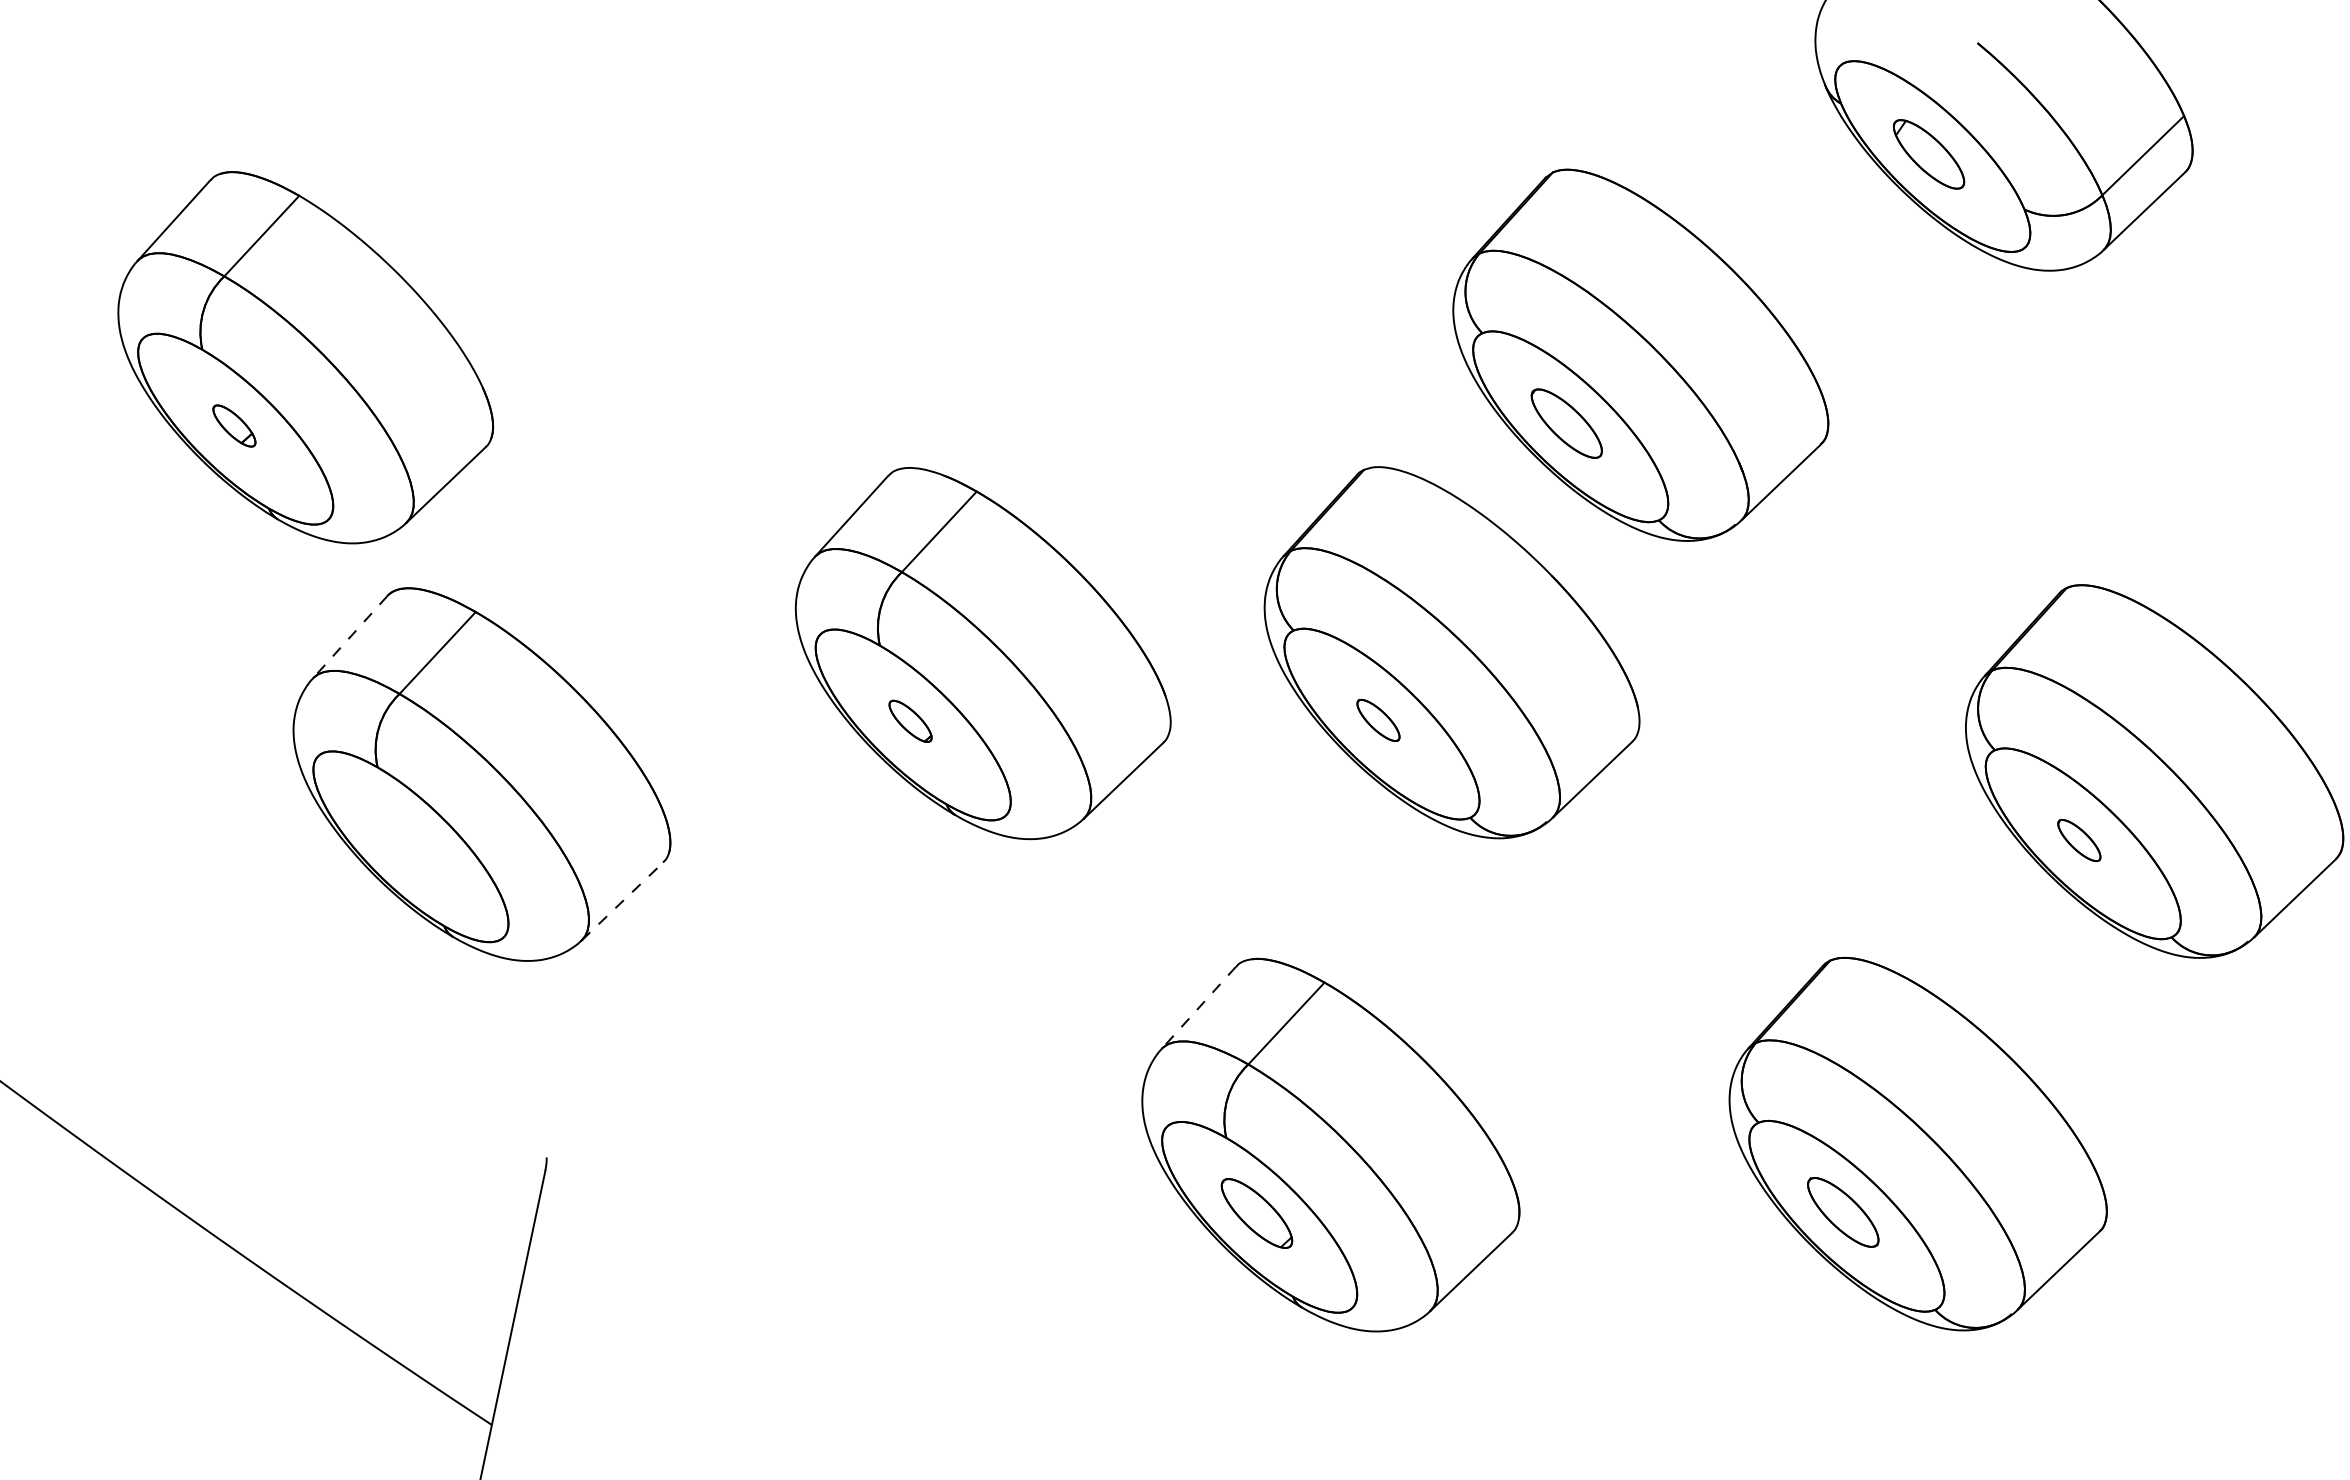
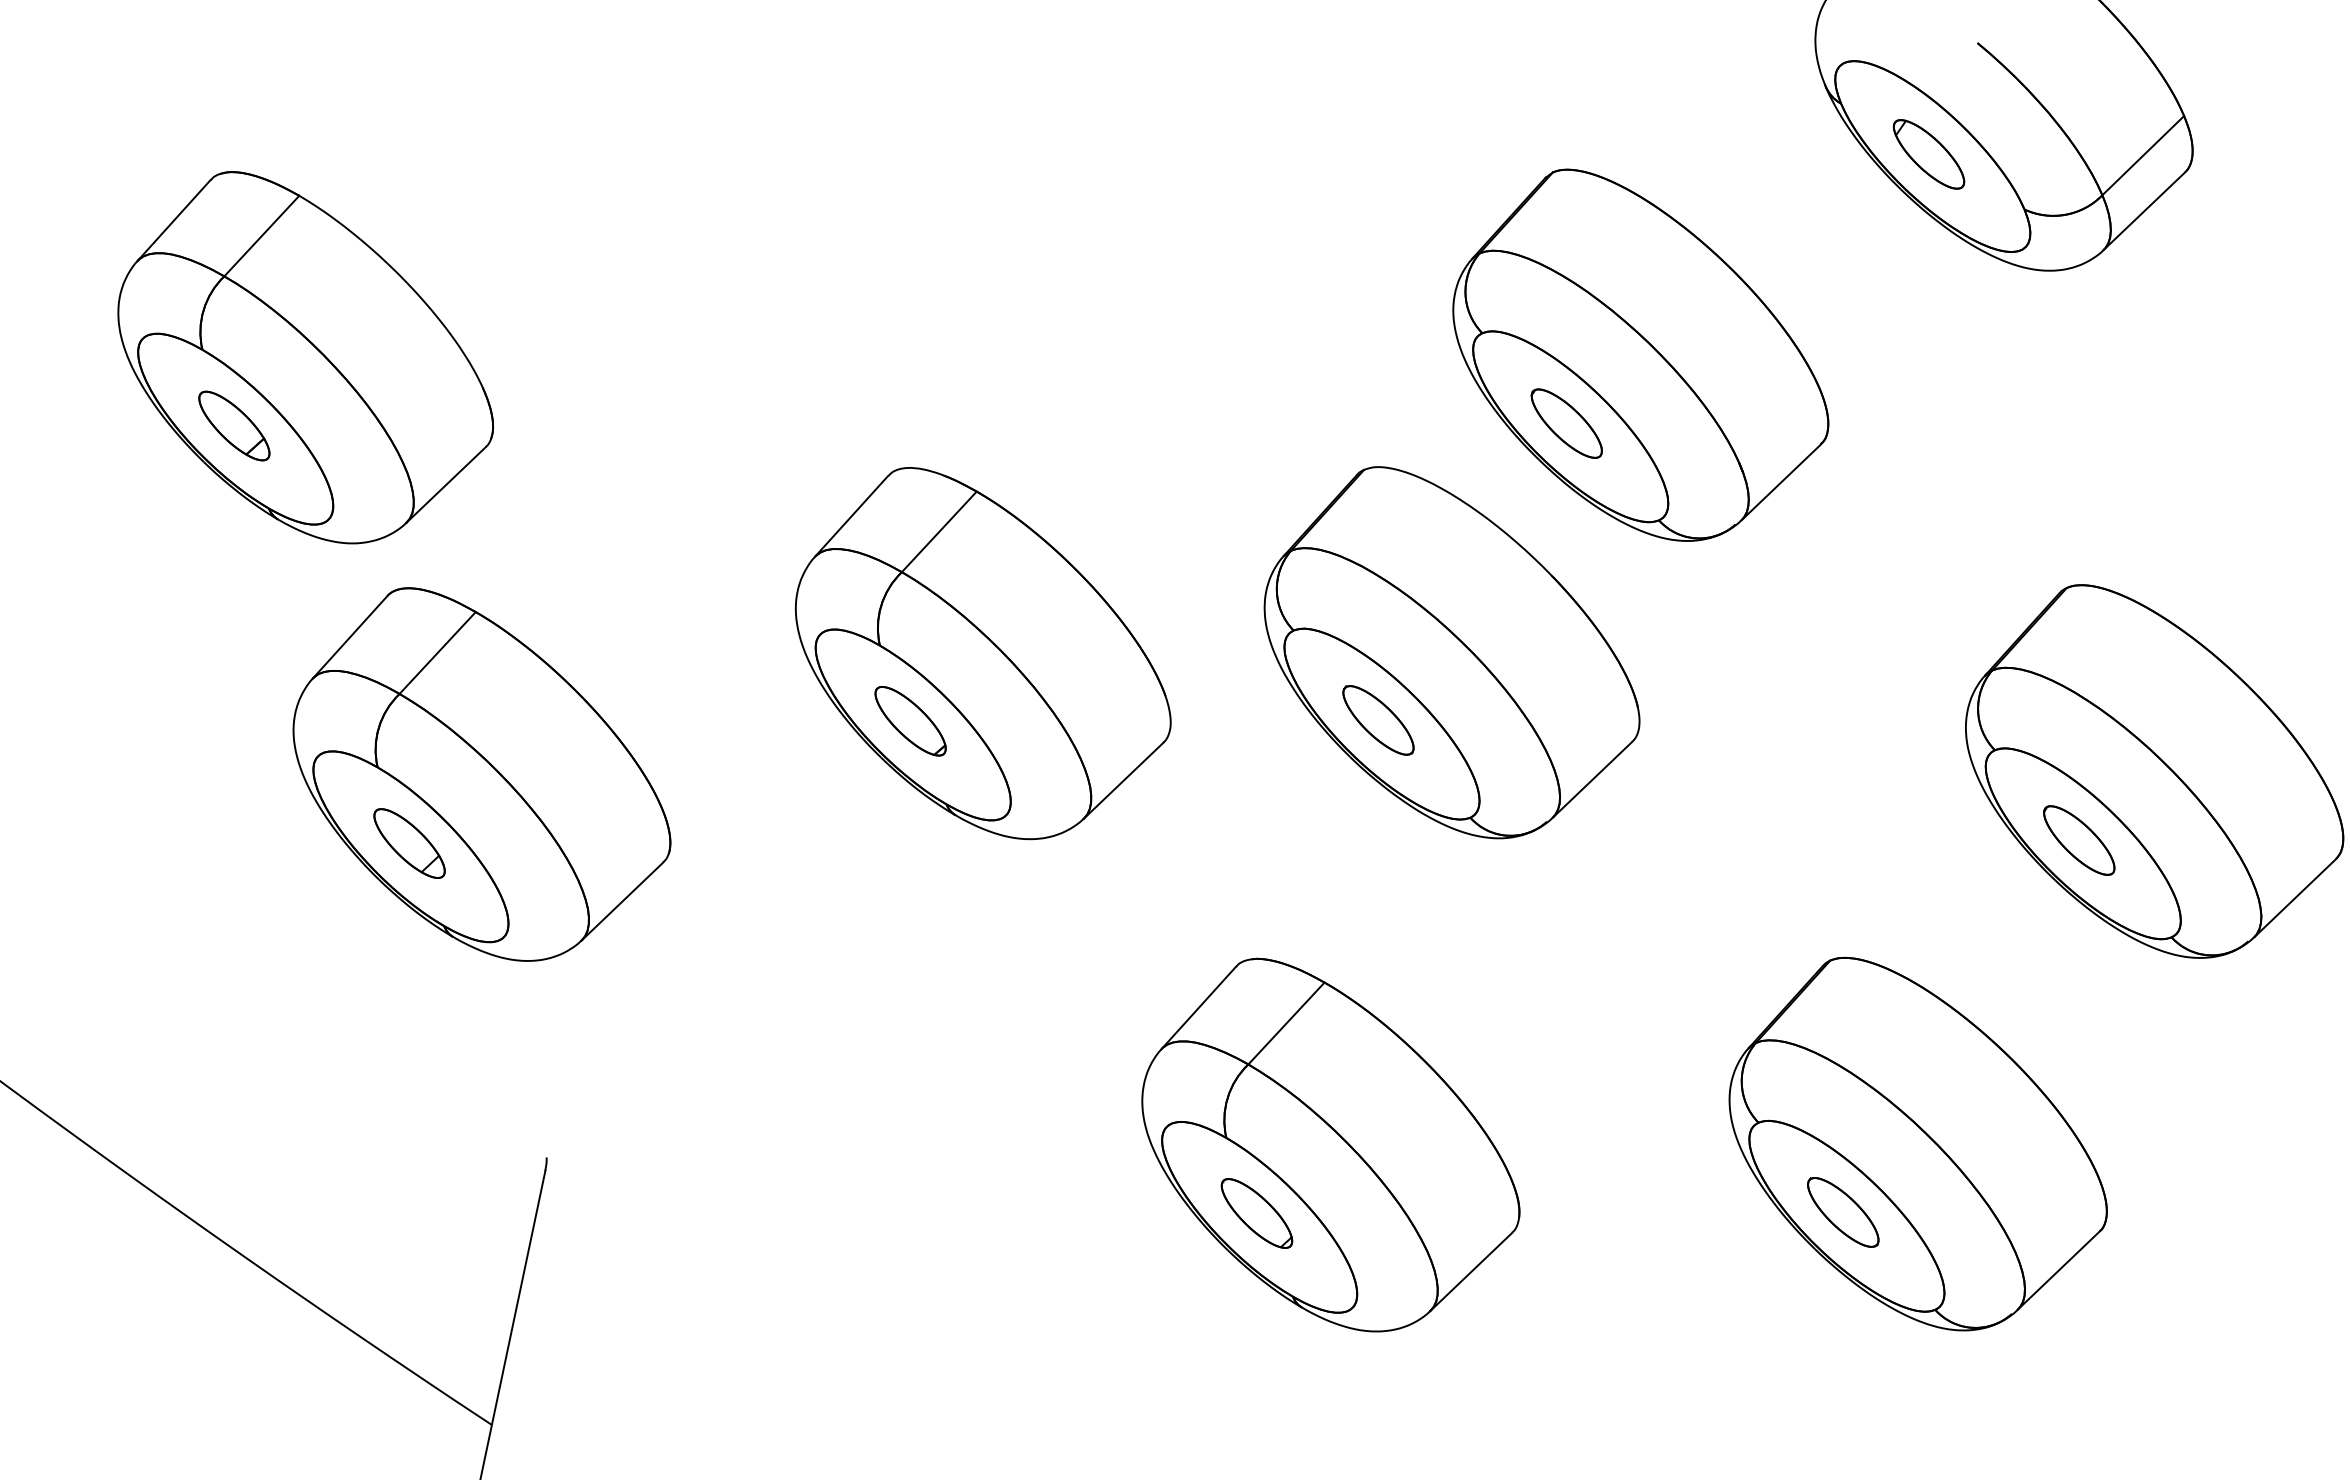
part at (234, 425) size: 45x44 px -> 73x72 px
line at (350, 637): dashed -> solid
part at (1378, 719) size: 45x44 px -> 73x71 px
part at (910, 720) size: 45x44 px -> 73x71 px
part at (2079, 840) size: 45x44 px -> 73x71 px
part at (409, 843): none -> present
line at (622, 901): dashed -> solid
line at (1198, 1008): dashed -> solid
